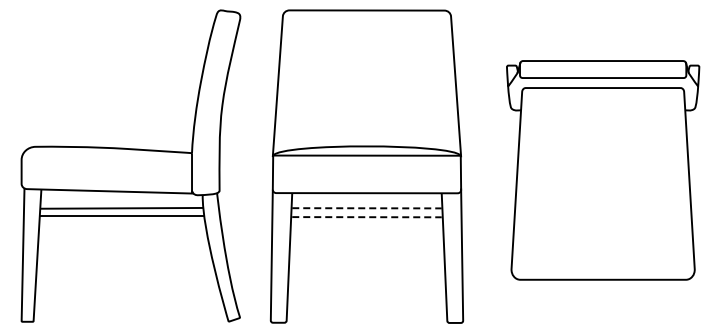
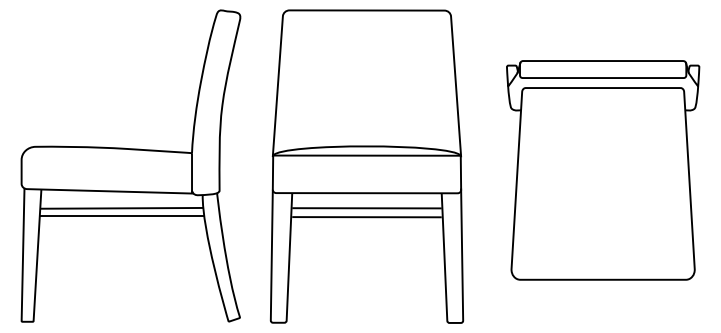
line at (366, 208): dashed -> solid
line at (366, 217): dashed -> solid
